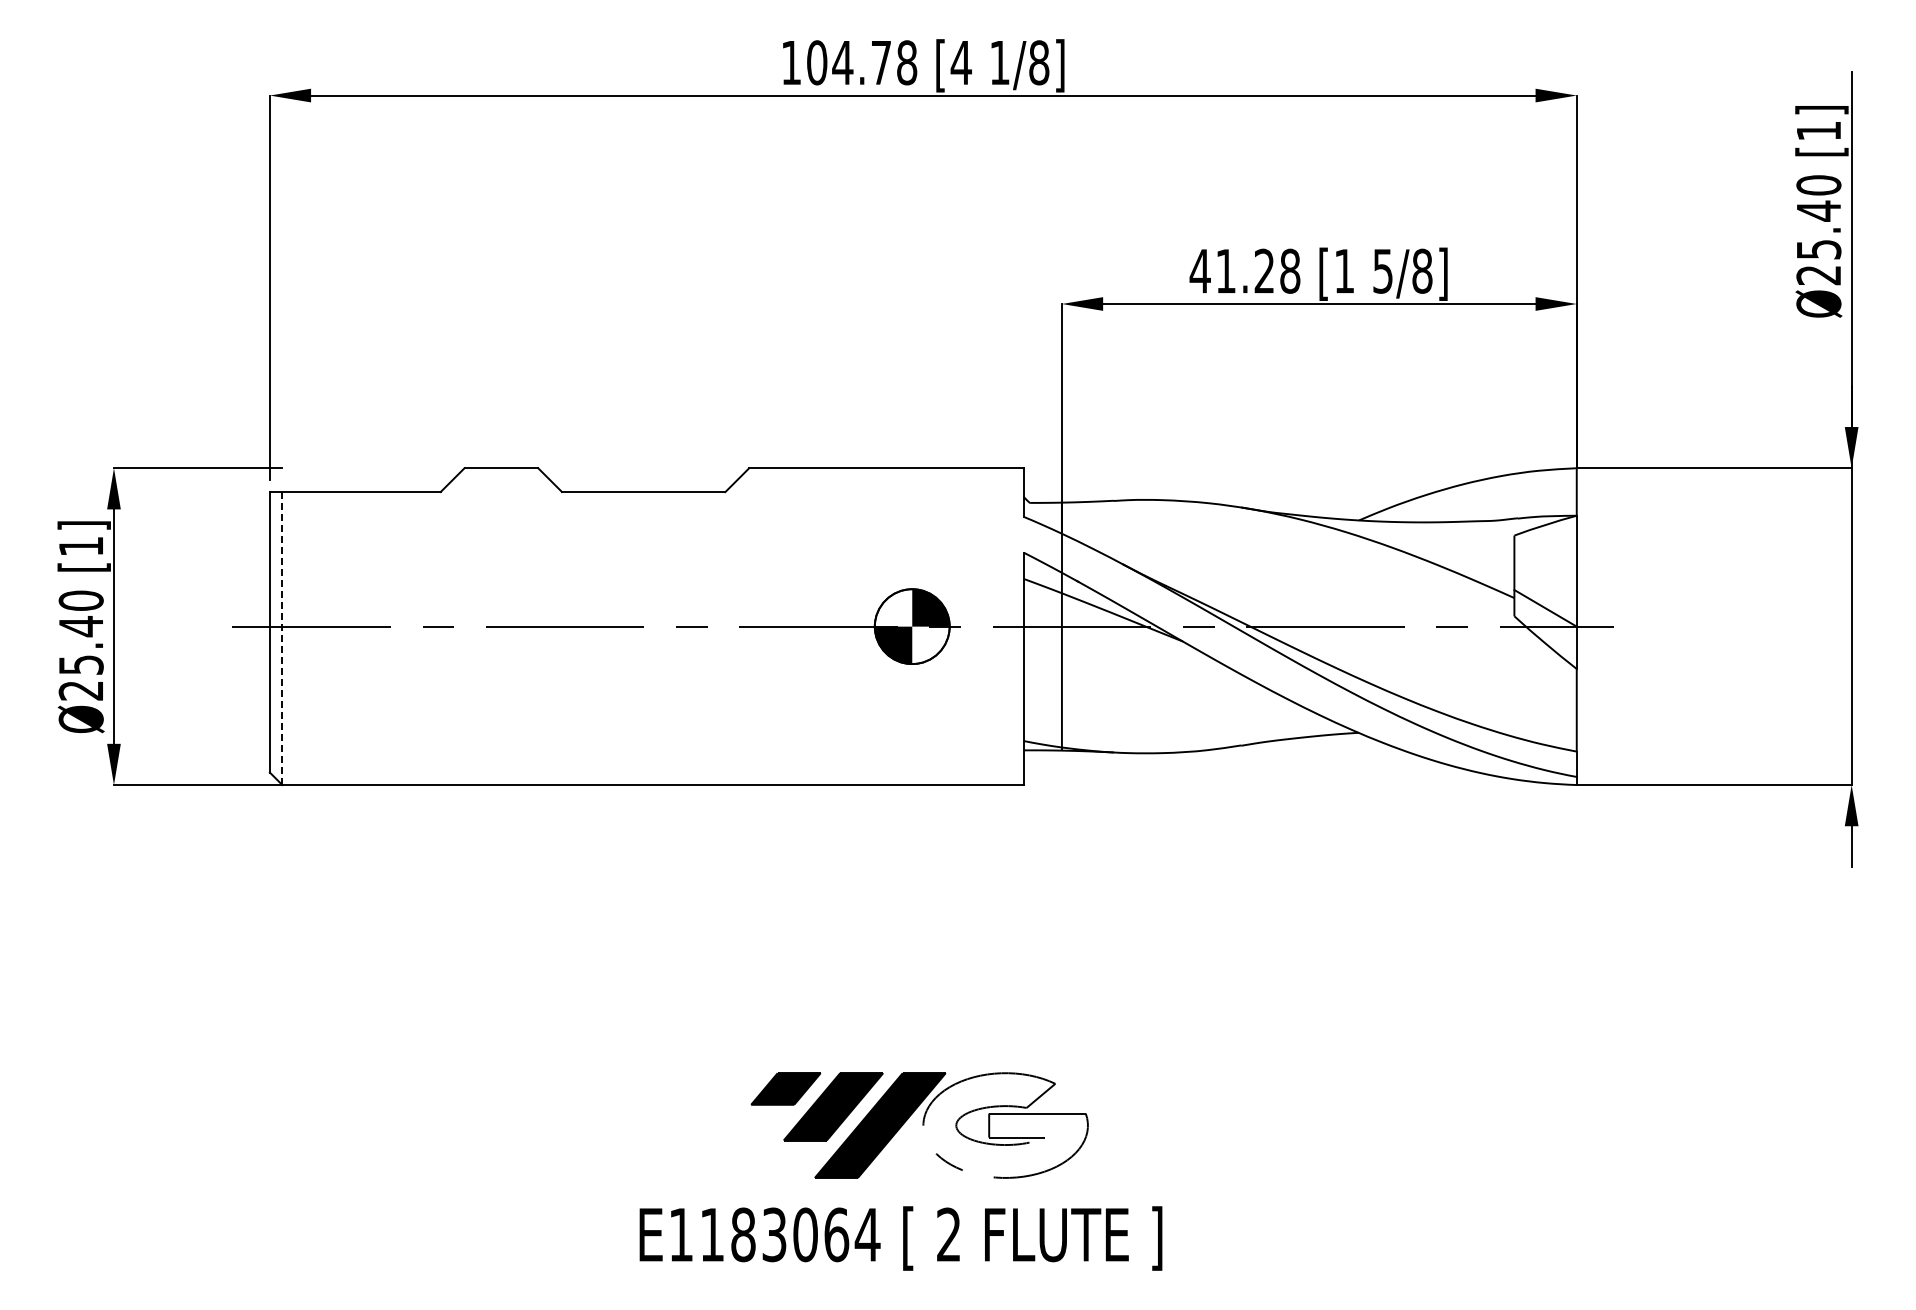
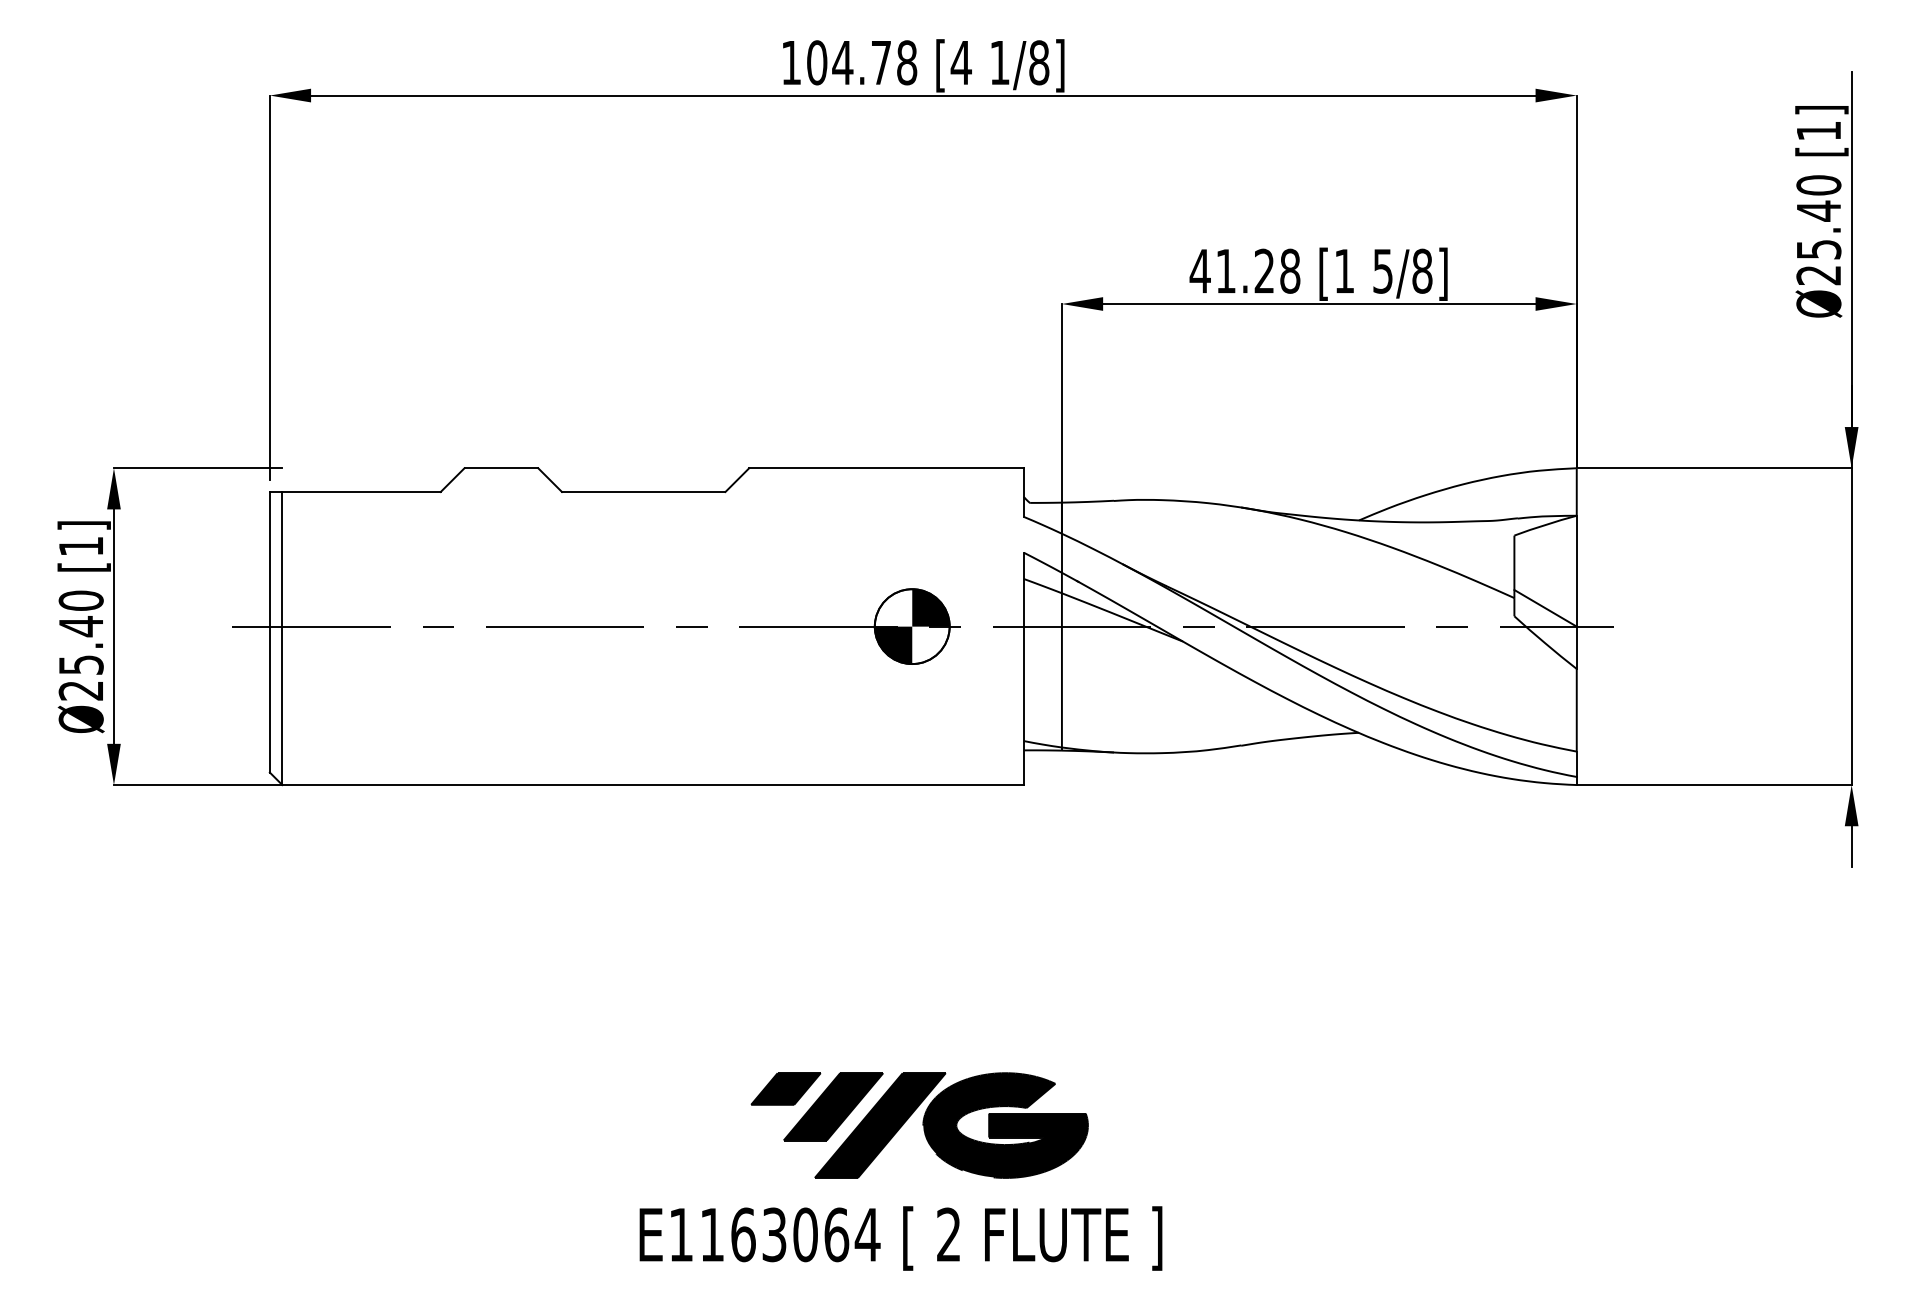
line at (282, 638): dashed -> solid
fill at (1005, 1125): none -> present
text at (743, 1234): E1183064 -> E1163064
